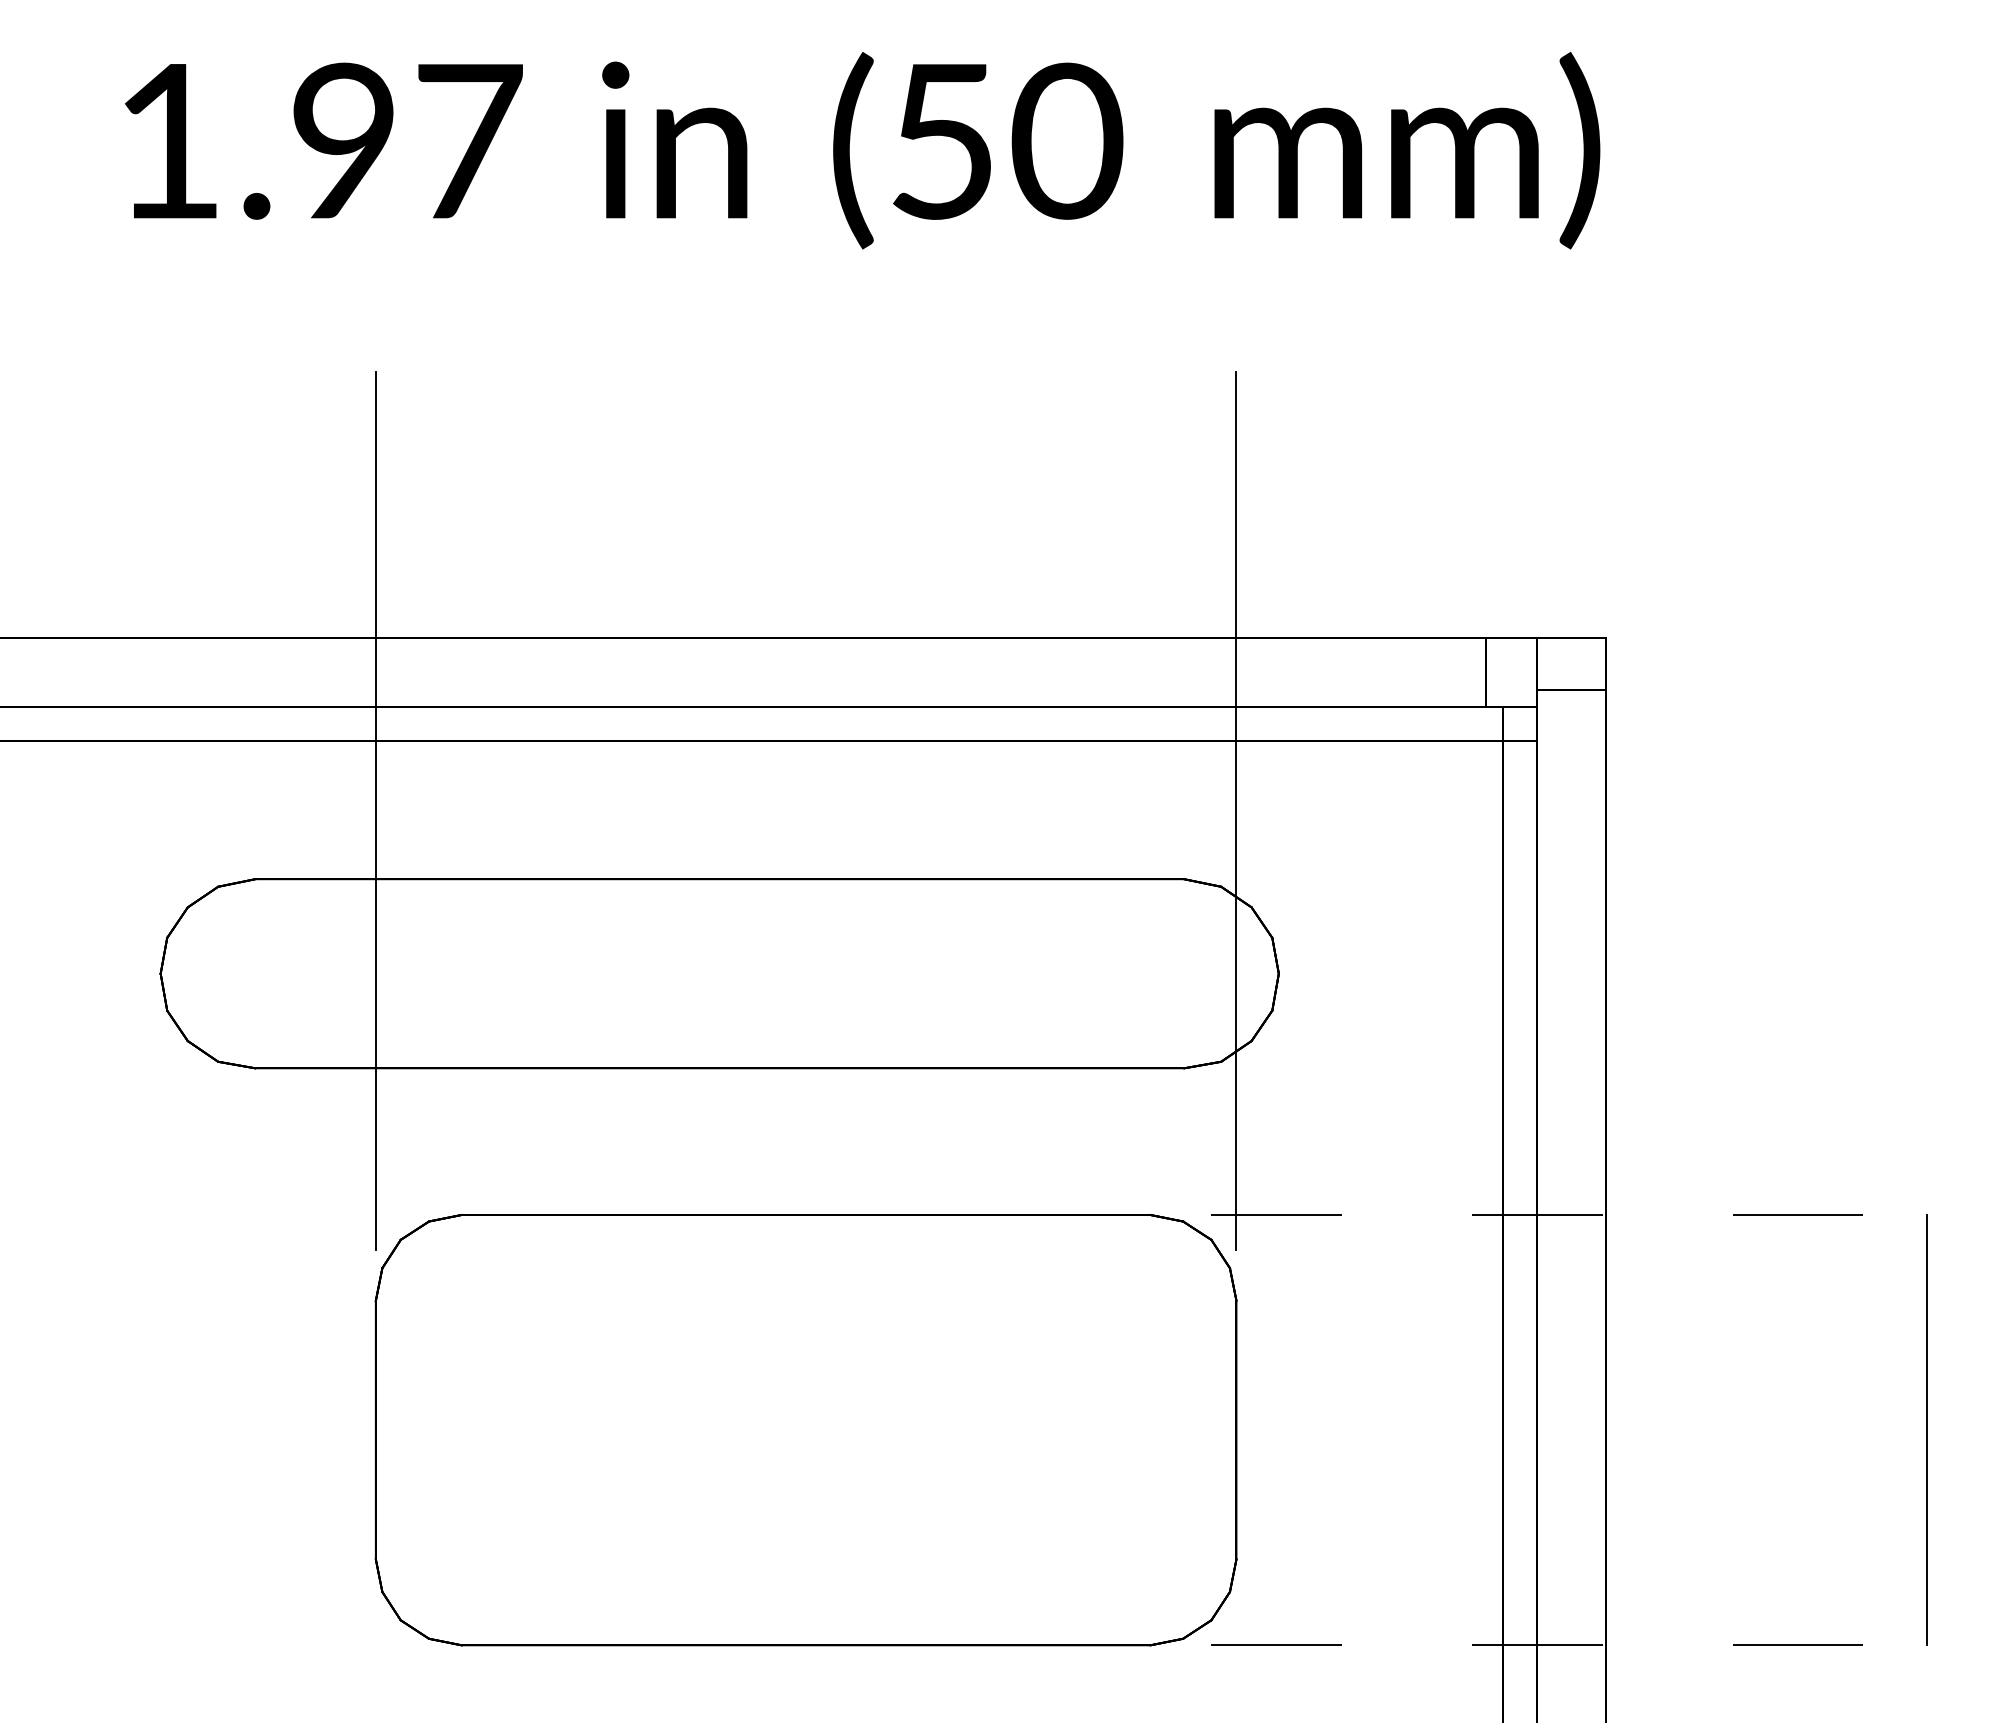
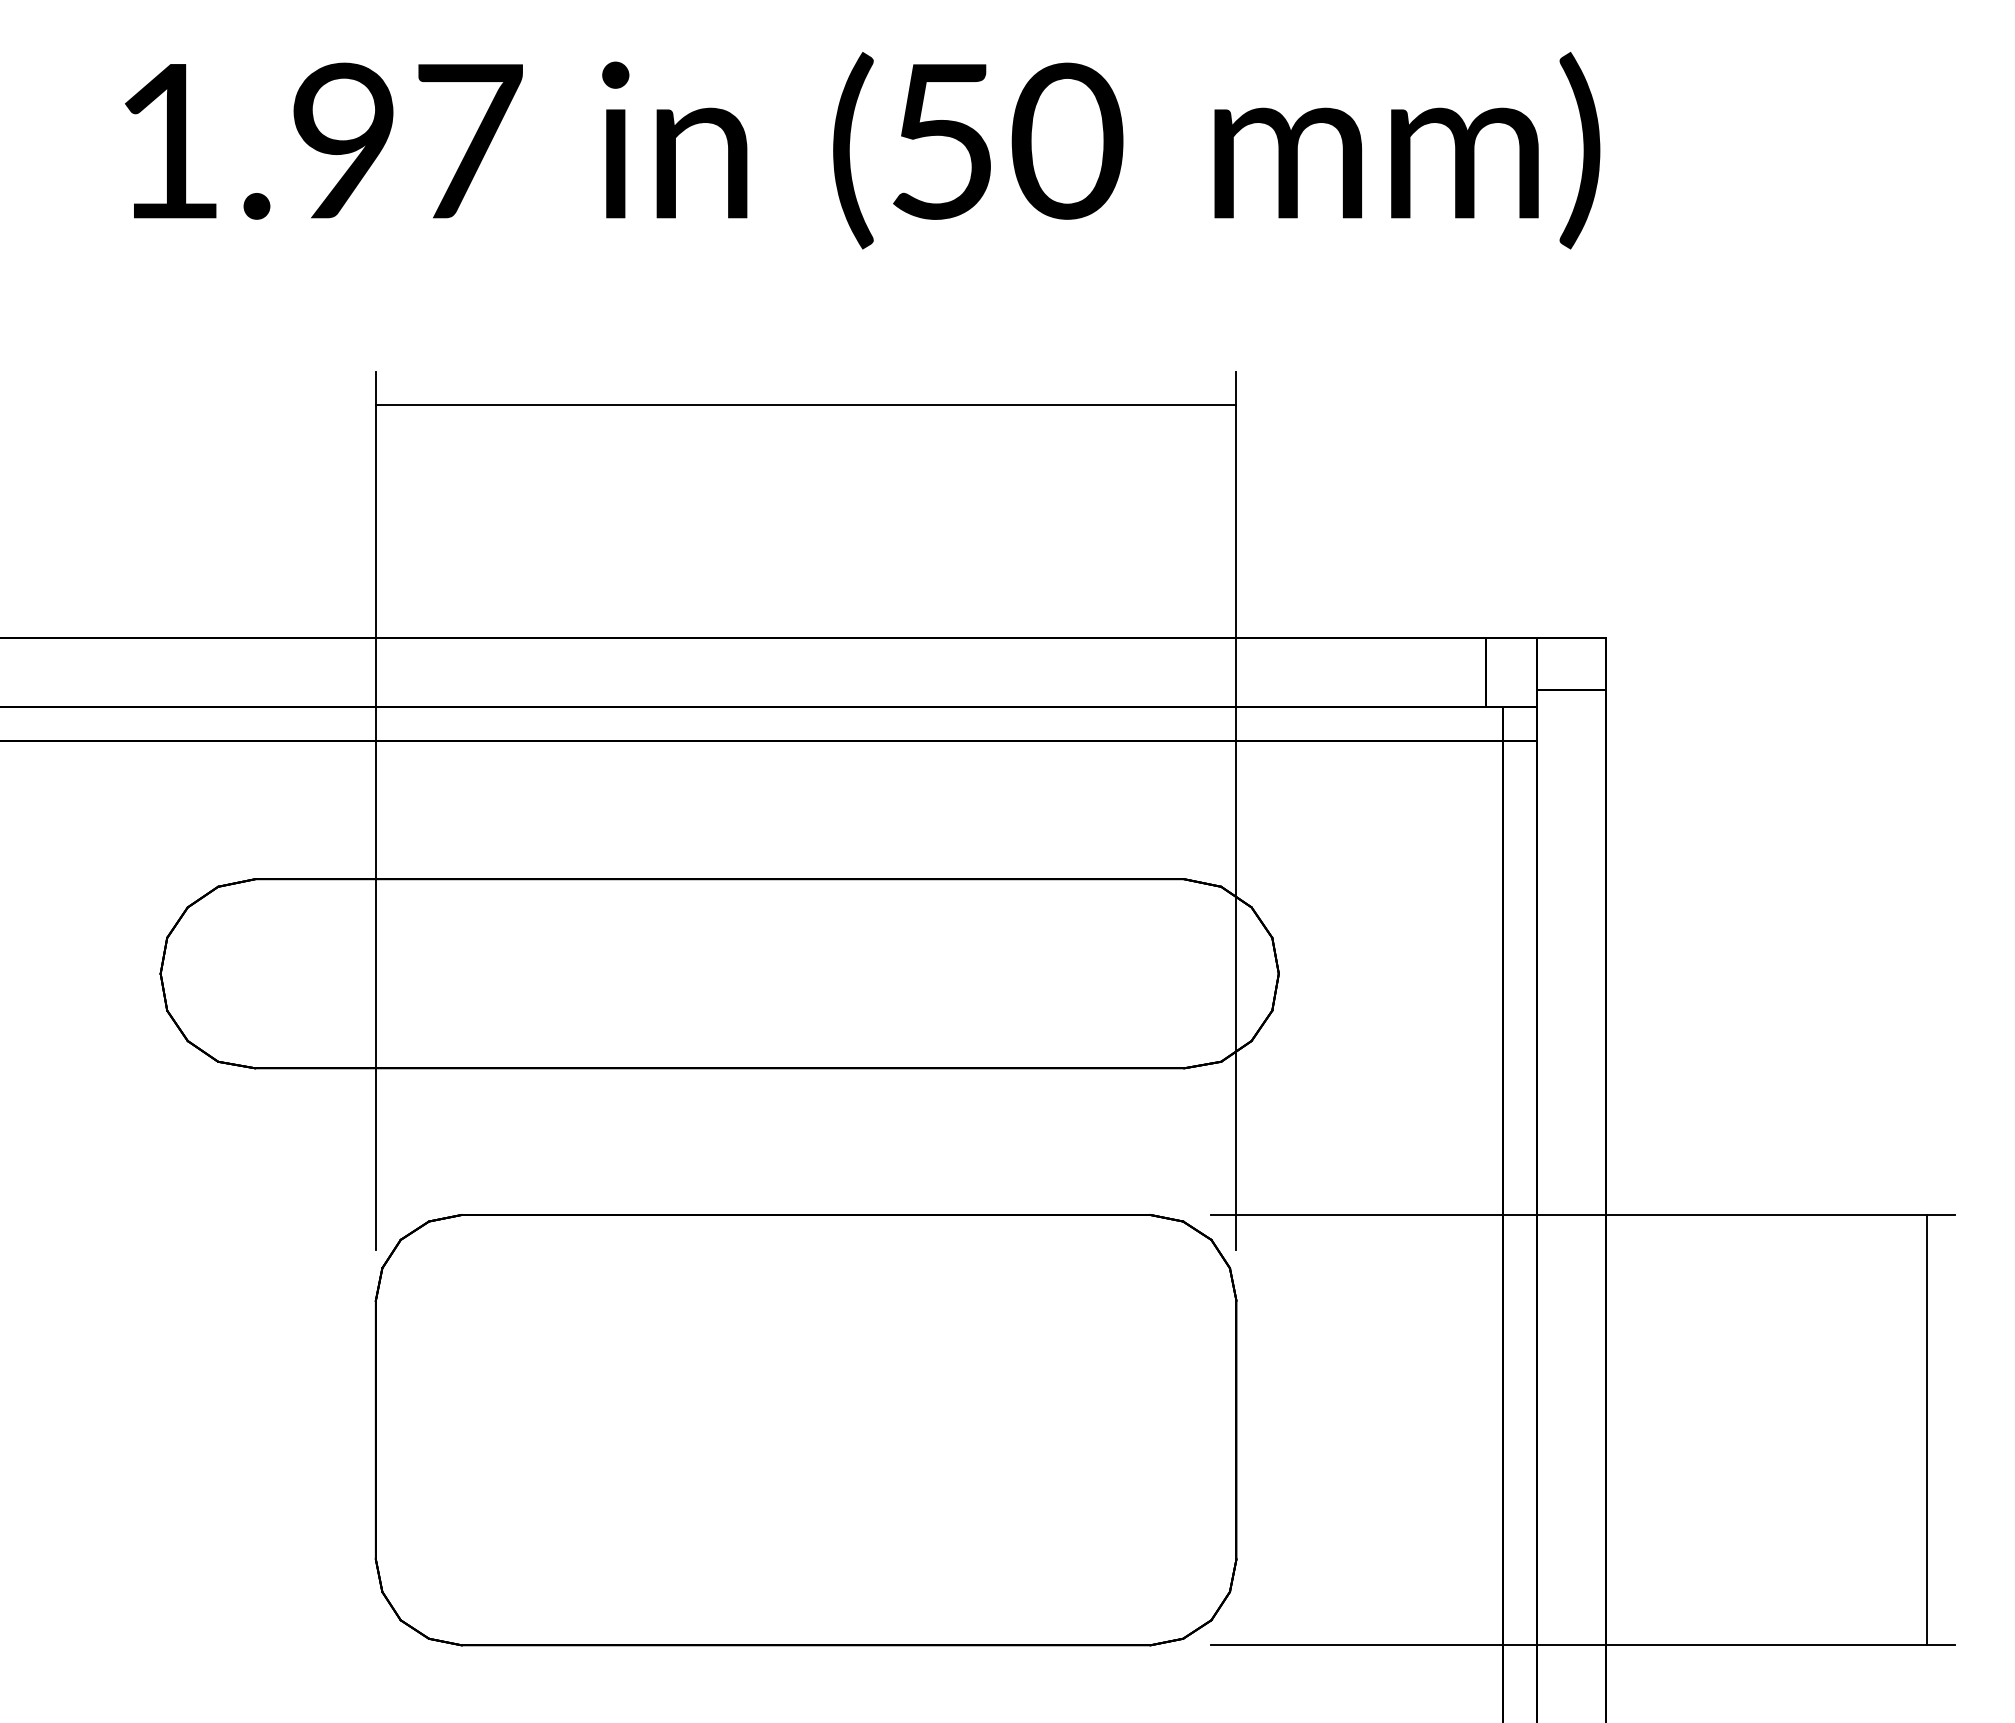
line at (805, 405): none -> present
line at (1582, 1215): dashed -> solid
line at (1582, 1645): dashed -> solid
